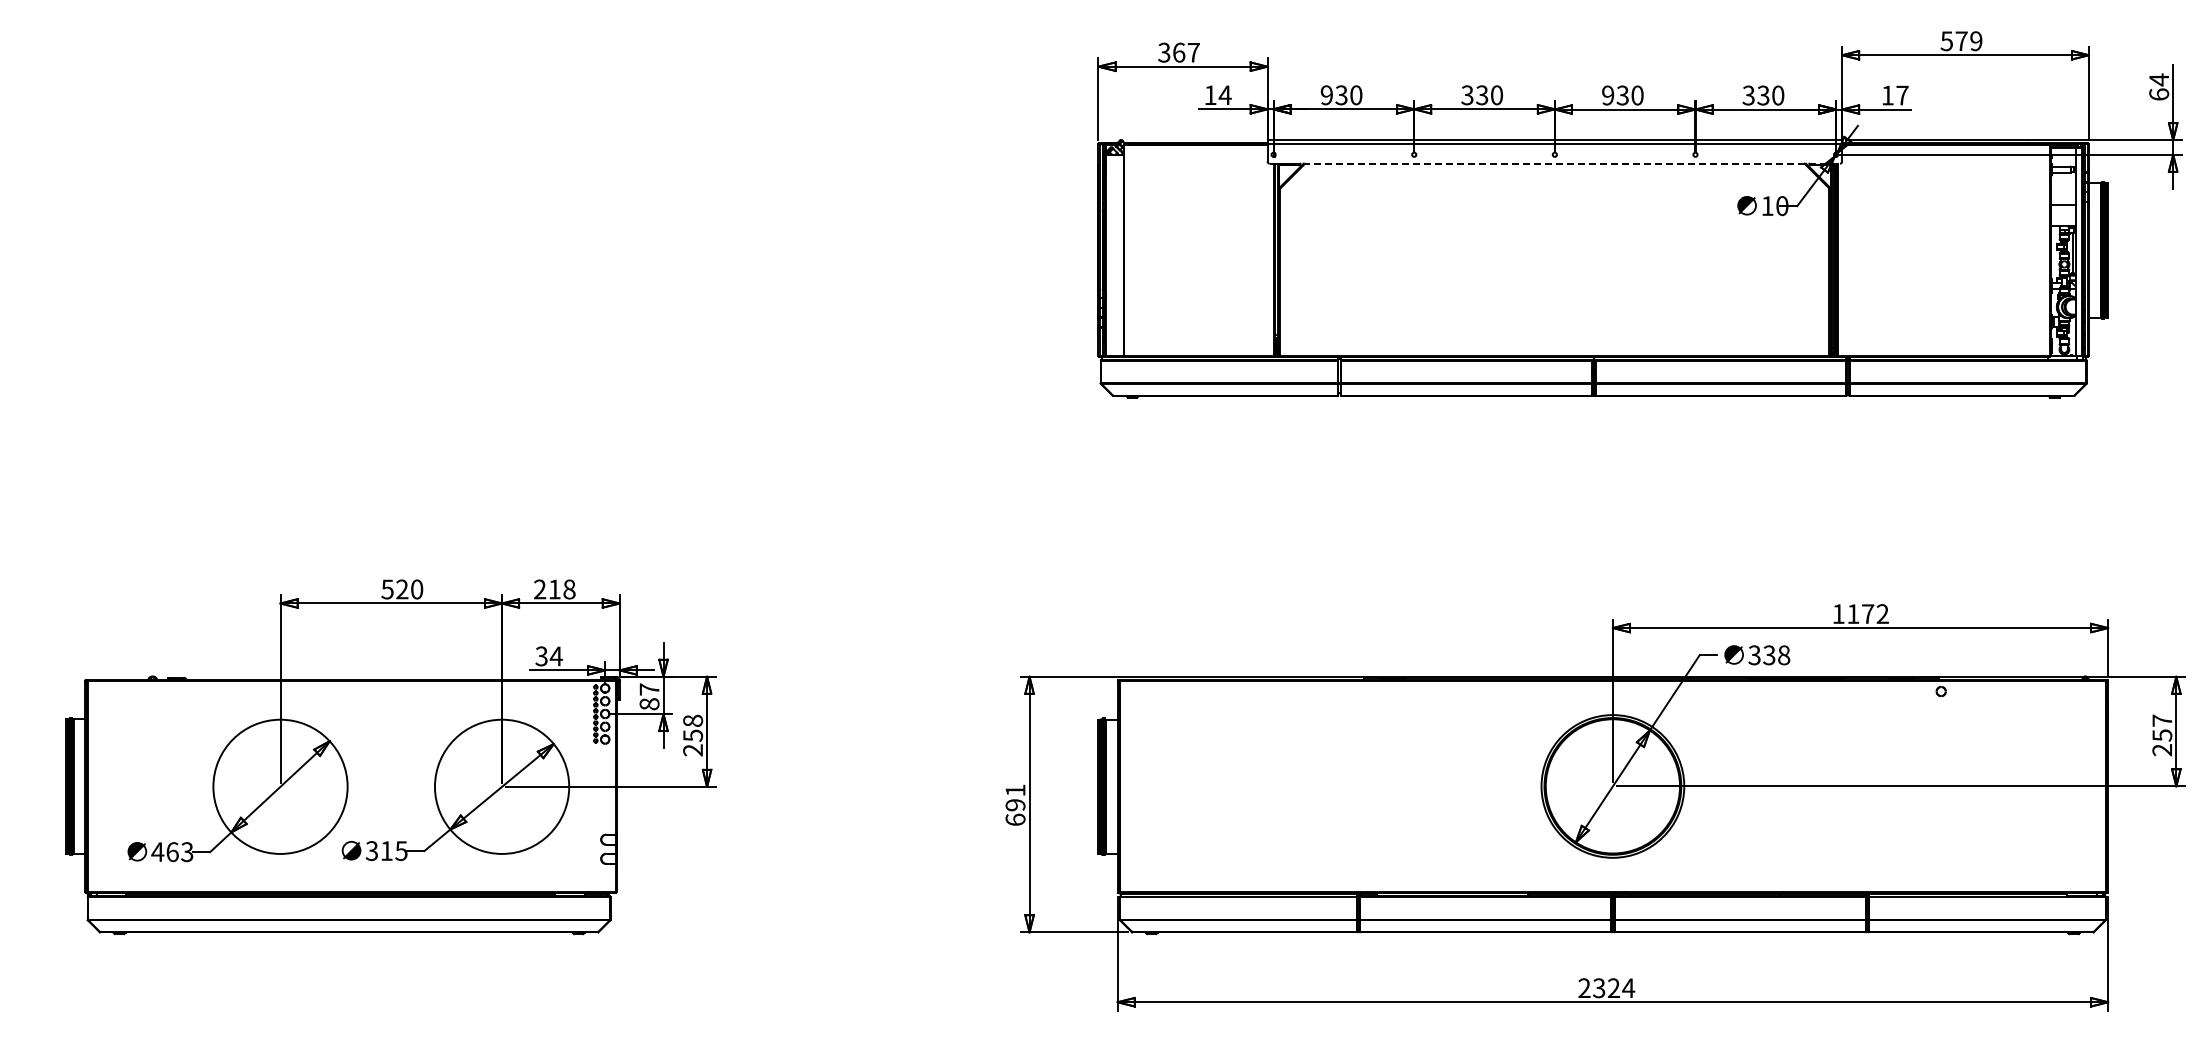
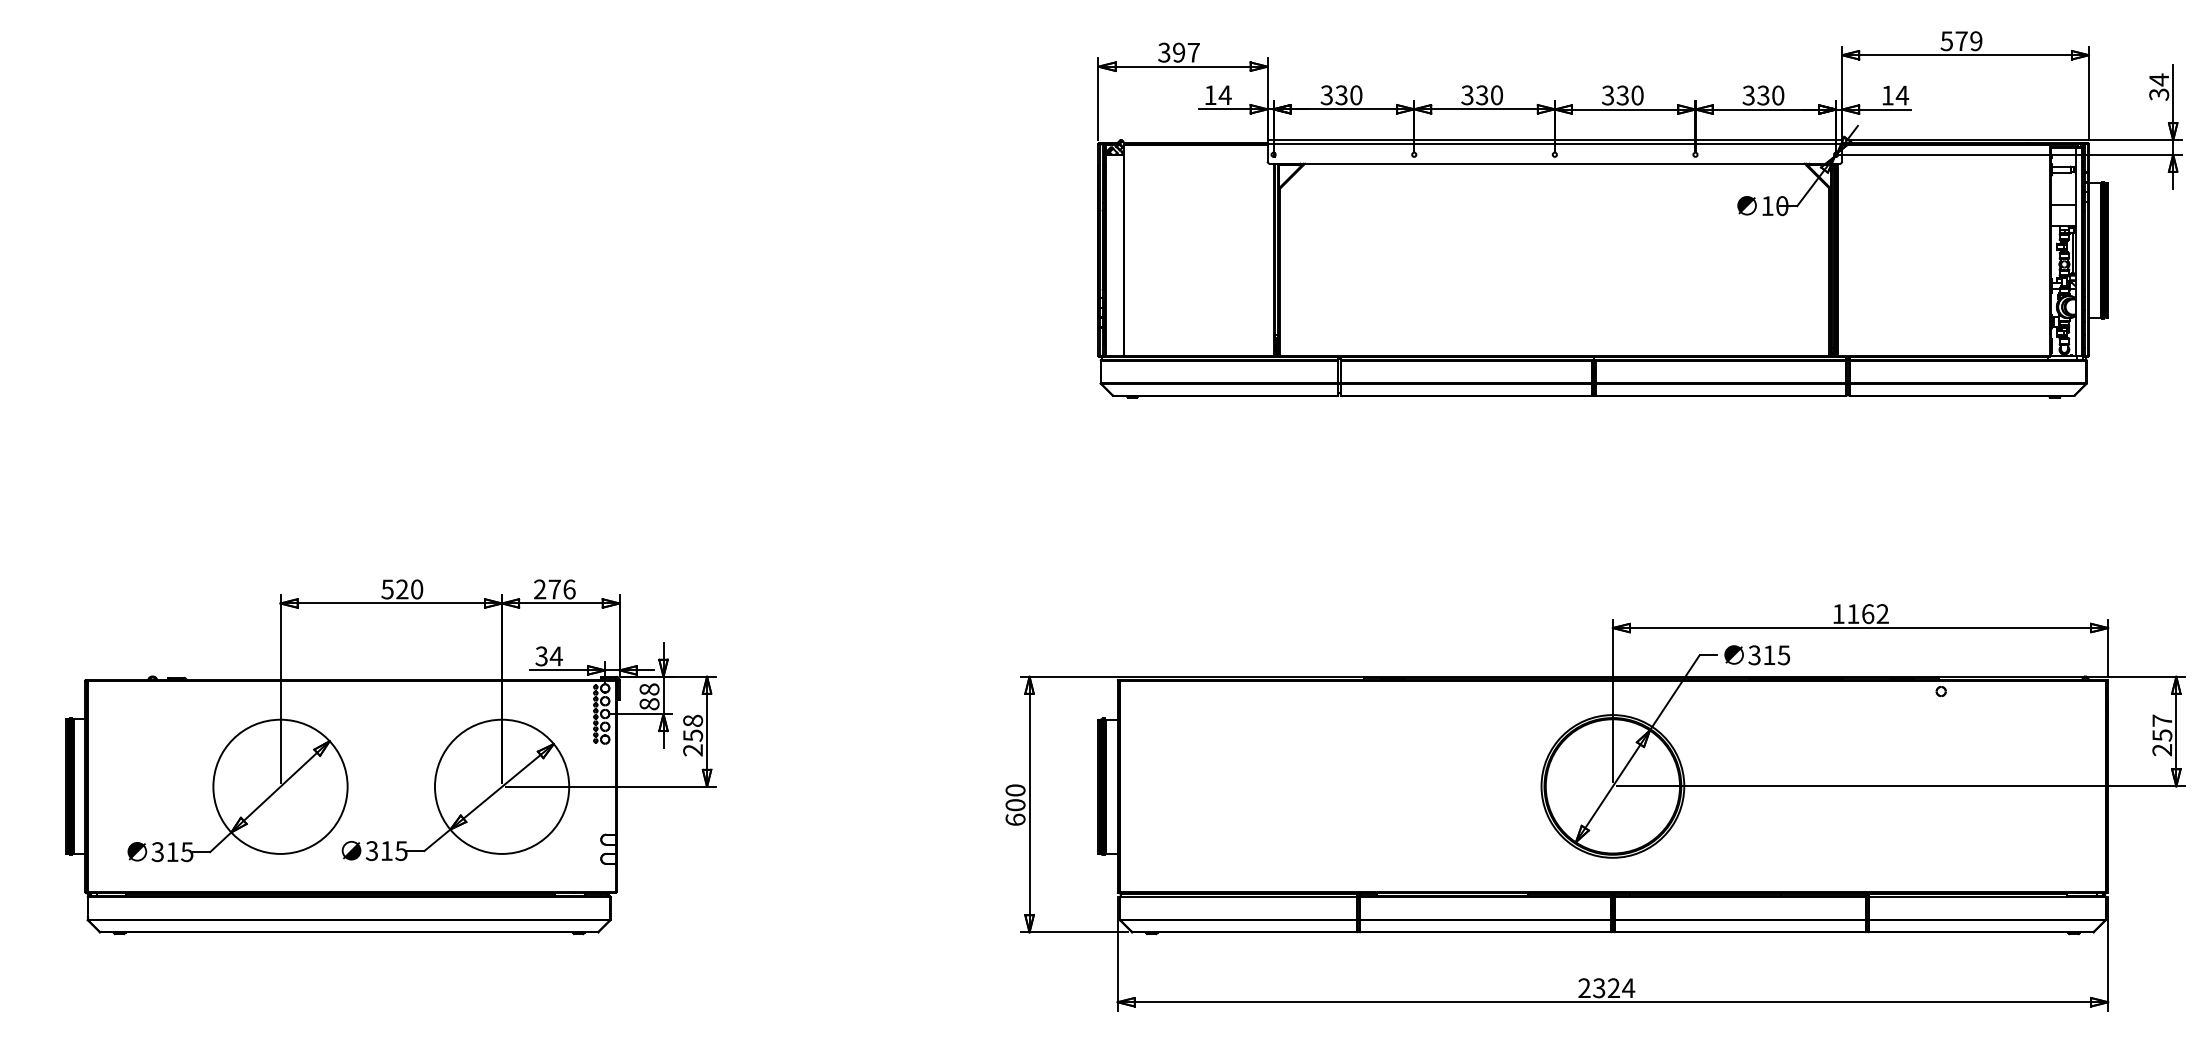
text at (1179, 52): 367 -> 397
text at (2159, 94): 64 -> 34
text at (1326, 95): 930 -> 330
text at (1607, 95): 930 -> 330
text at (1902, 95): 17 -> 14
line at (1555, 163): dashed -> solid
text at (561, 589): 218 -> 276
text at (1868, 614): 1172 -> 1162
text at (1776, 655): 338 -> 315
text at (649, 689): 87 -> 88
text at (1015, 797): 691 -> 600
text at (172, 852): 463 -> 315
